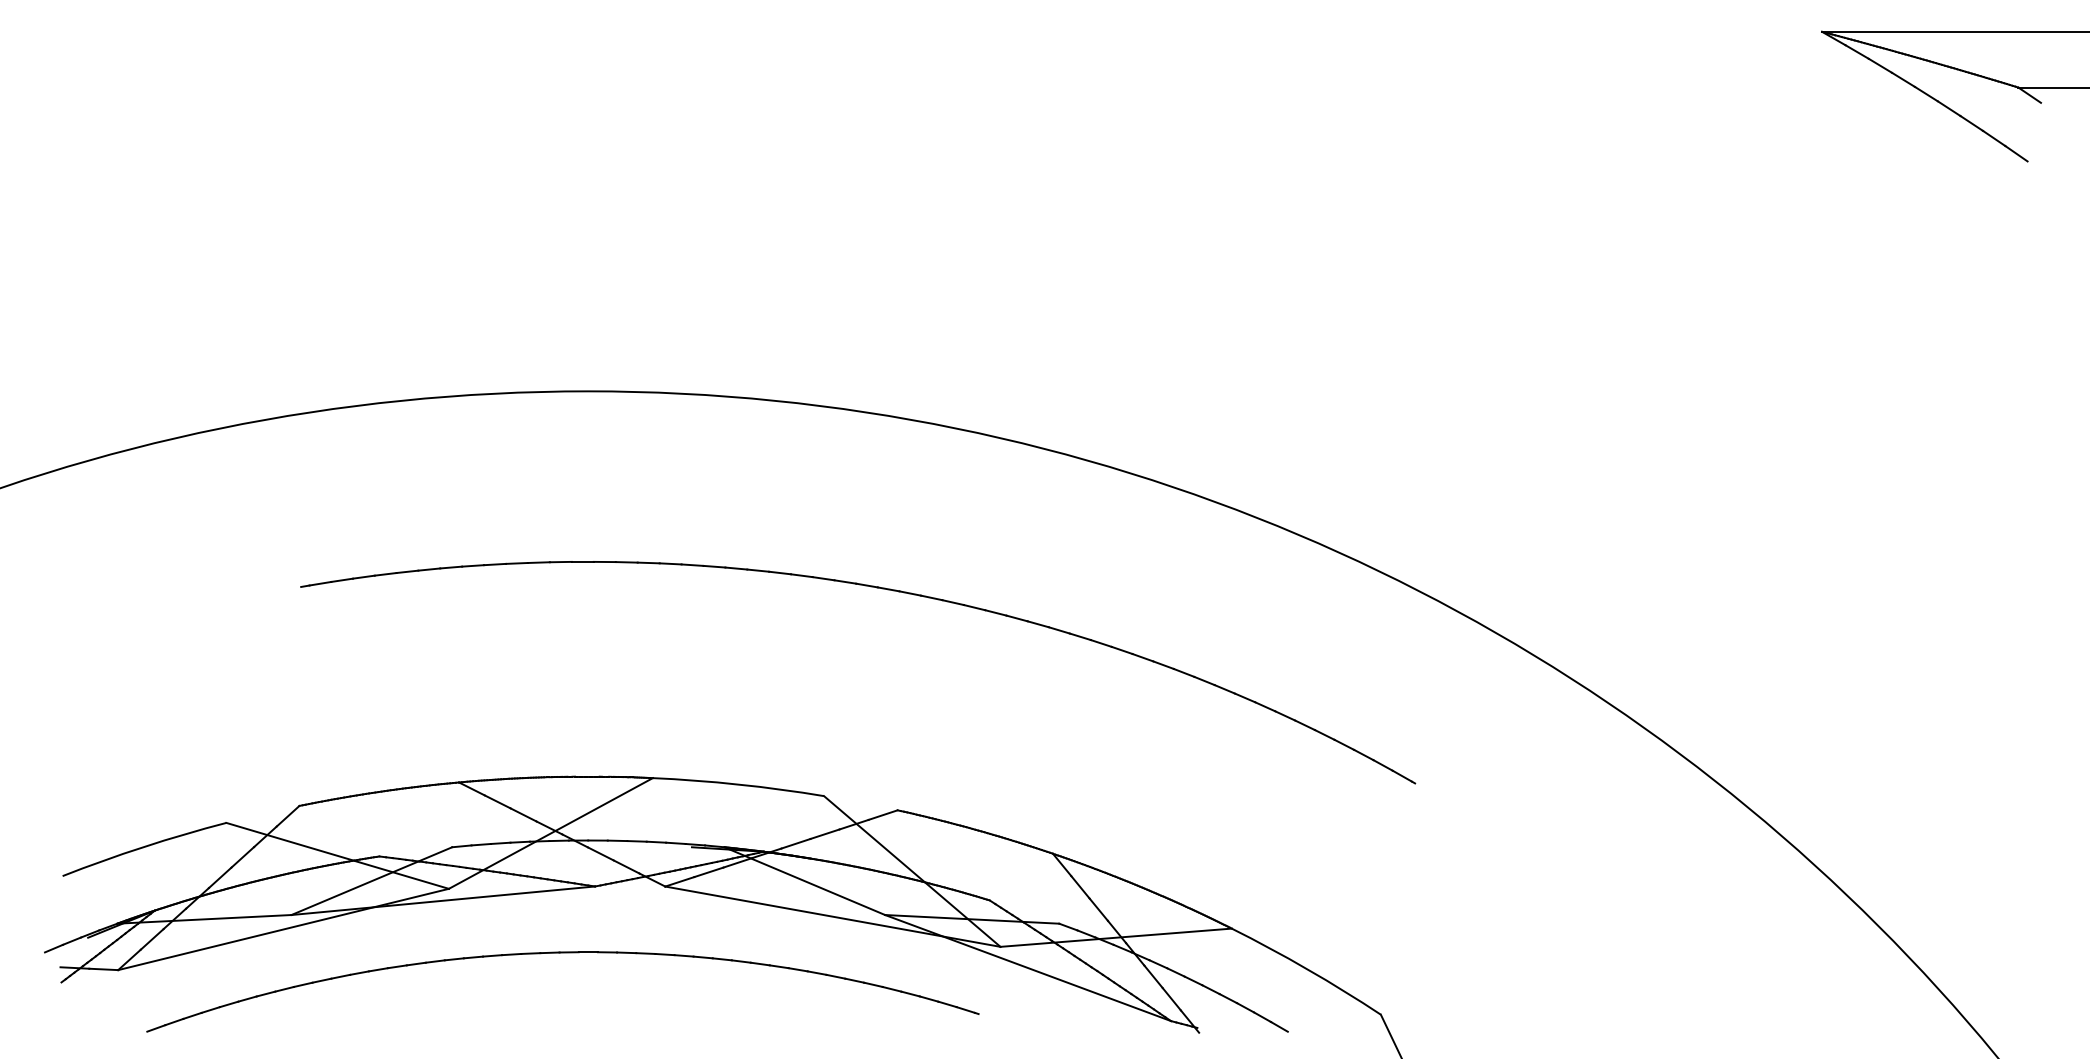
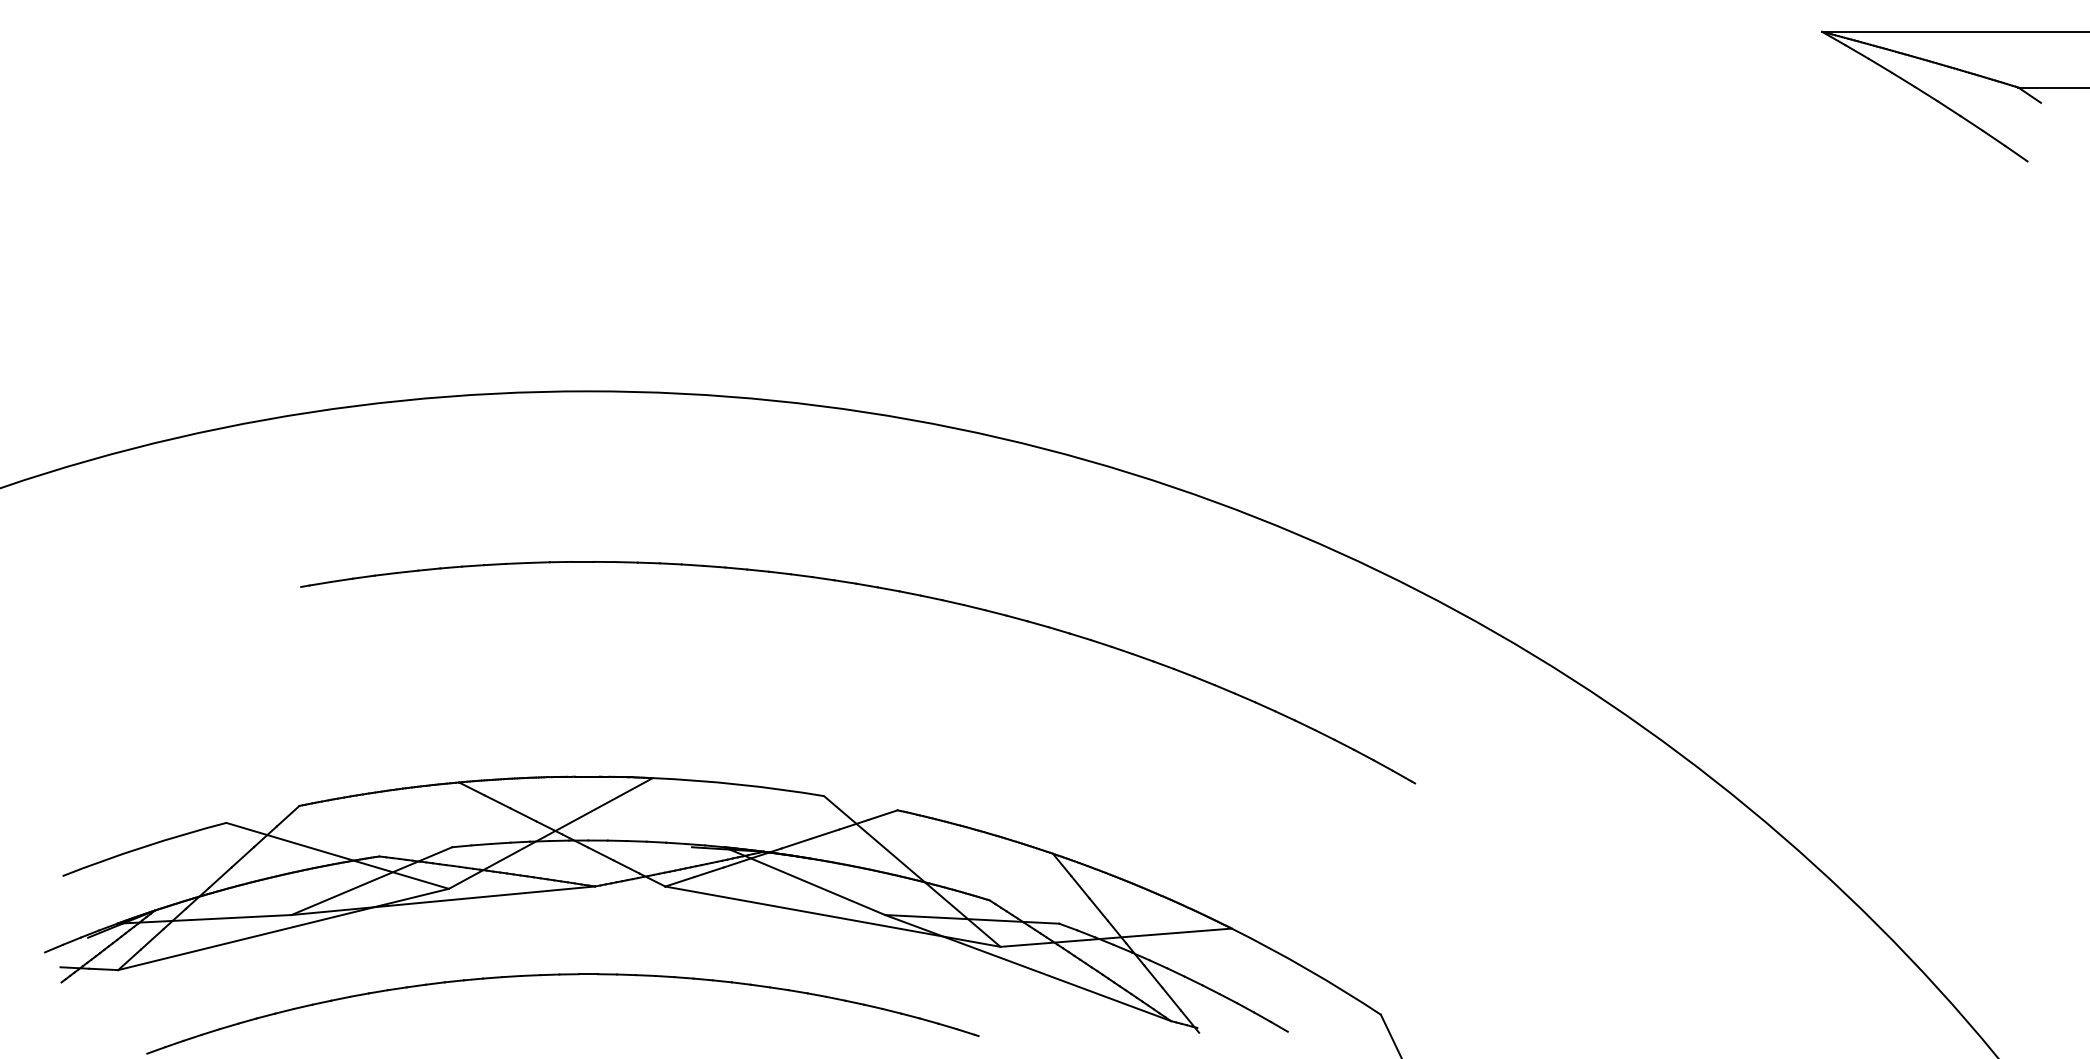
part at (562, 953) position: (562, 953) -> (562, 975)
